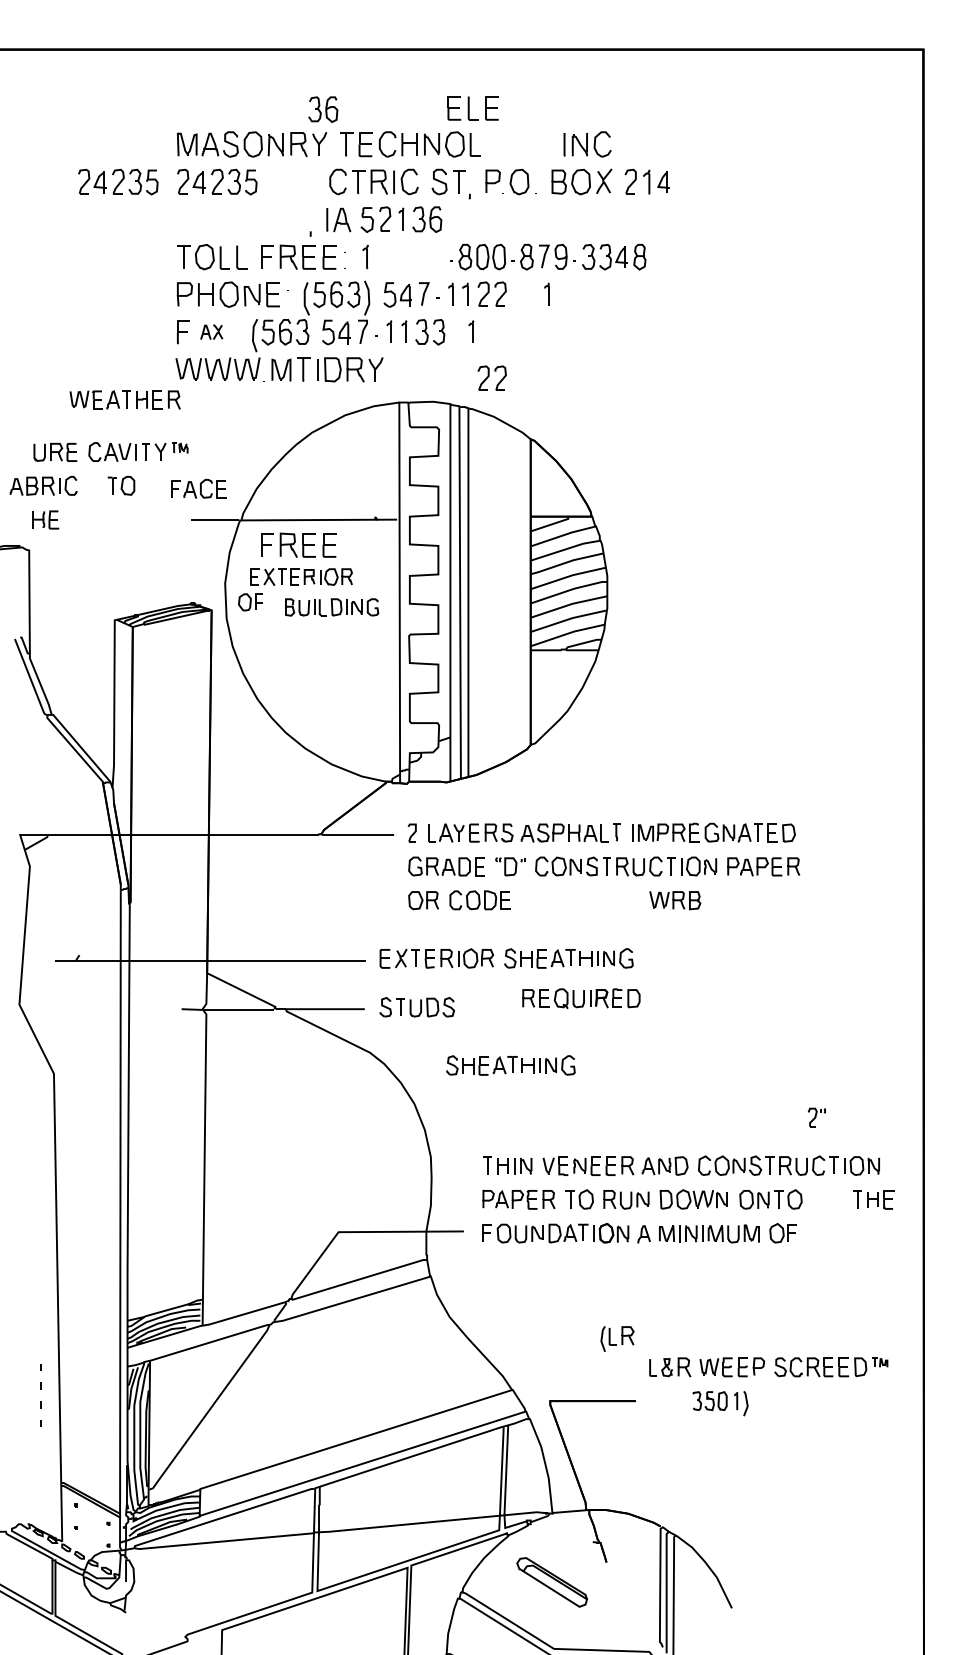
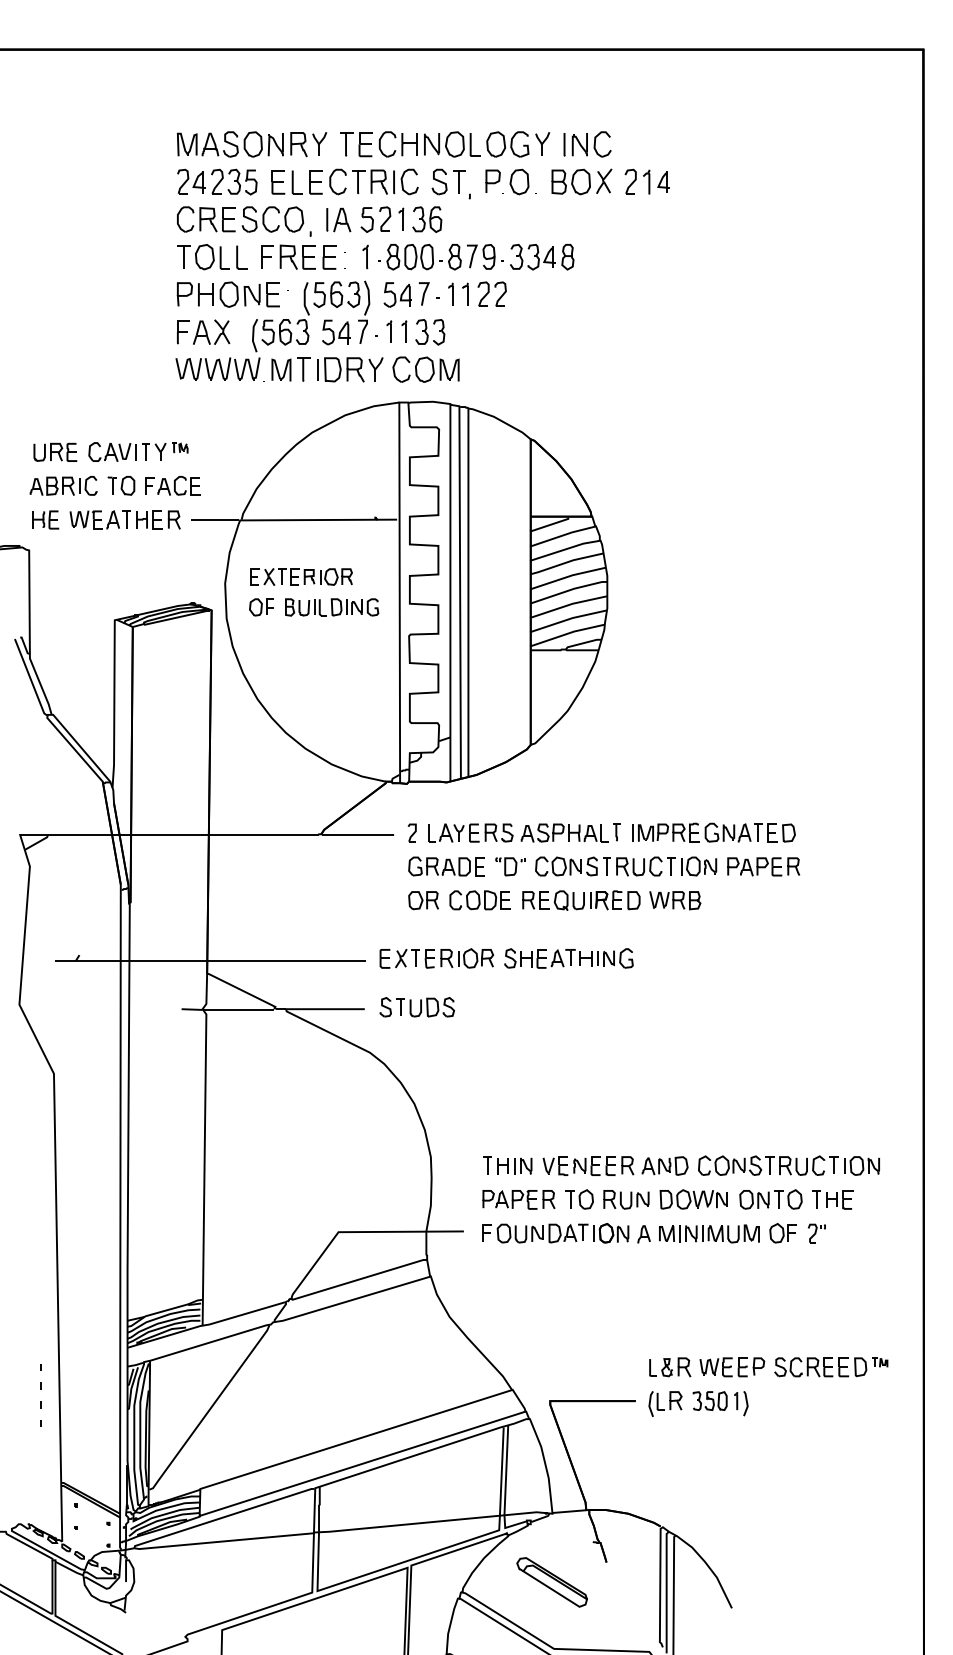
part at (472, 108) position: (472, 108) -> (296, 182)
part at (323, 109): present -> none
part at (518, 144): none -> present
part at (118, 181): present -> none
part at (240, 219): none -> present
part at (548, 257) position: (548, 257) -> (476, 257)
part at (546, 293): present -> none
part at (211, 331) size: 24x16 px -> 38x26 px
part at (471, 331): present -> none
part at (425, 369): none -> present
part at (491, 377): present -> none
part at (124, 399) position: (124, 399) -> (124, 519)
part at (43, 485) position: (43, 485) -> (63, 485)
part at (198, 488) position: (198, 488) -> (172, 485)
part at (298, 544): present -> none
part at (250, 602) position: (250, 602) -> (261, 607)
part at (581, 998) position: (581, 998) -> (581, 900)
part at (510, 1065): present -> none
part at (816, 1117) position: (816, 1117) -> (816, 1233)
part at (873, 1199) position: (873, 1199) -> (832, 1199)
part at (617, 1338) position: (617, 1338) -> (665, 1403)
